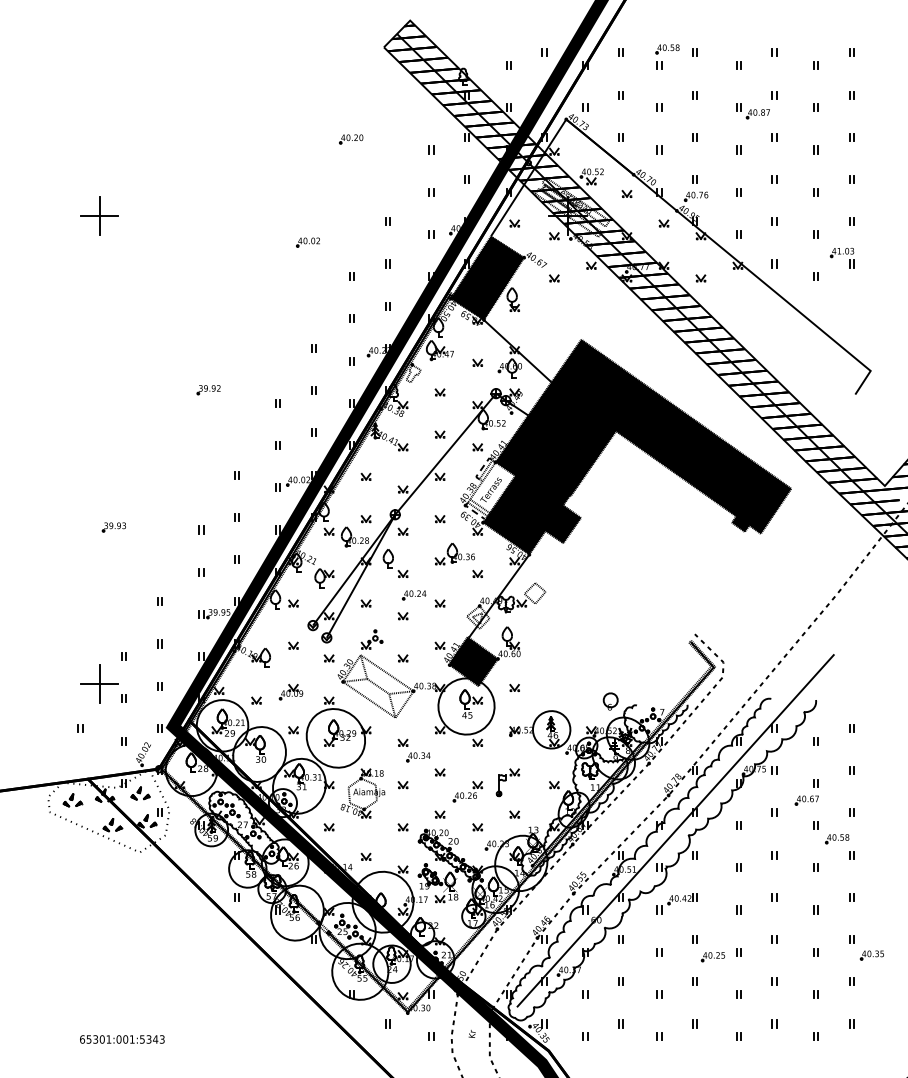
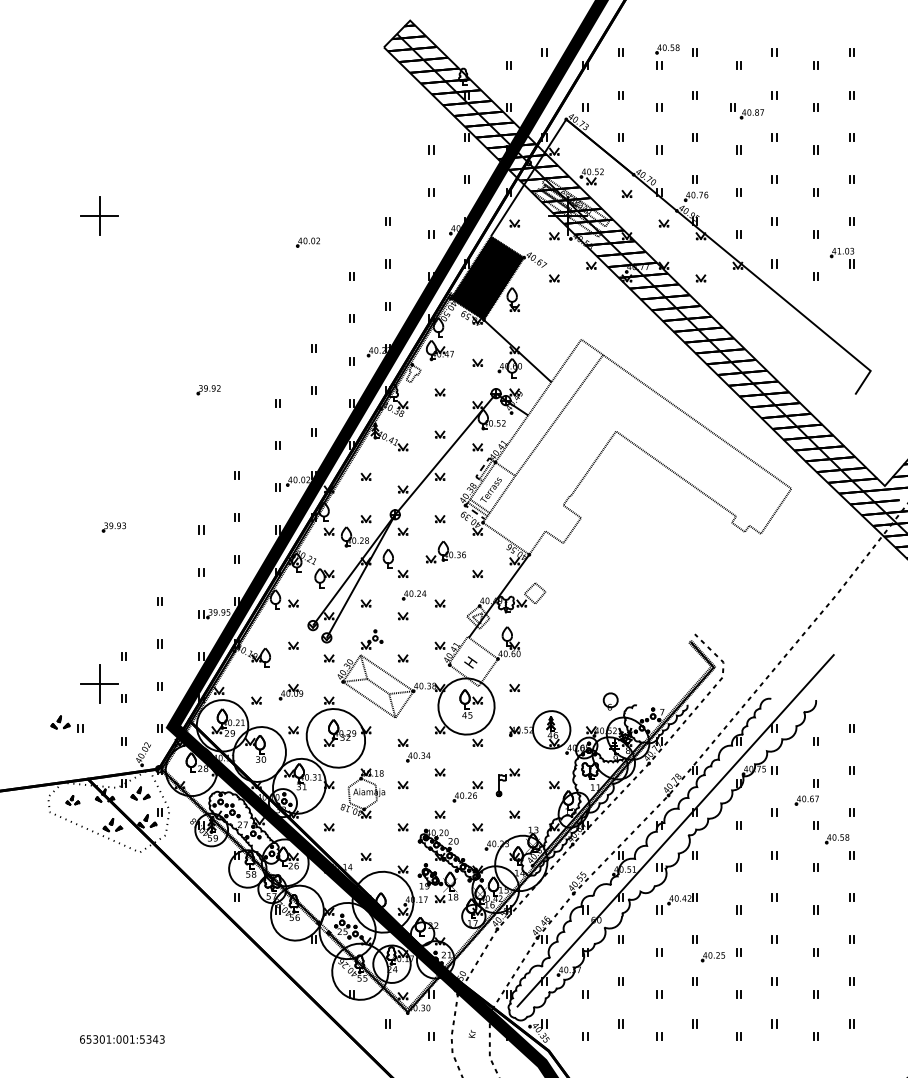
part at (752, 111) position: (752, 111) -> (746, 111)
part at (351, 139): present -> none
fill at (637, 446): present -> none
part at (454, 554) position: (454, 554) -> (445, 552)
fill at (473, 661): present -> none
part at (60, 722): none -> present
part at (72, 800) size: 22x15 px -> 16x11 px
part at (871, 955): present -> none
